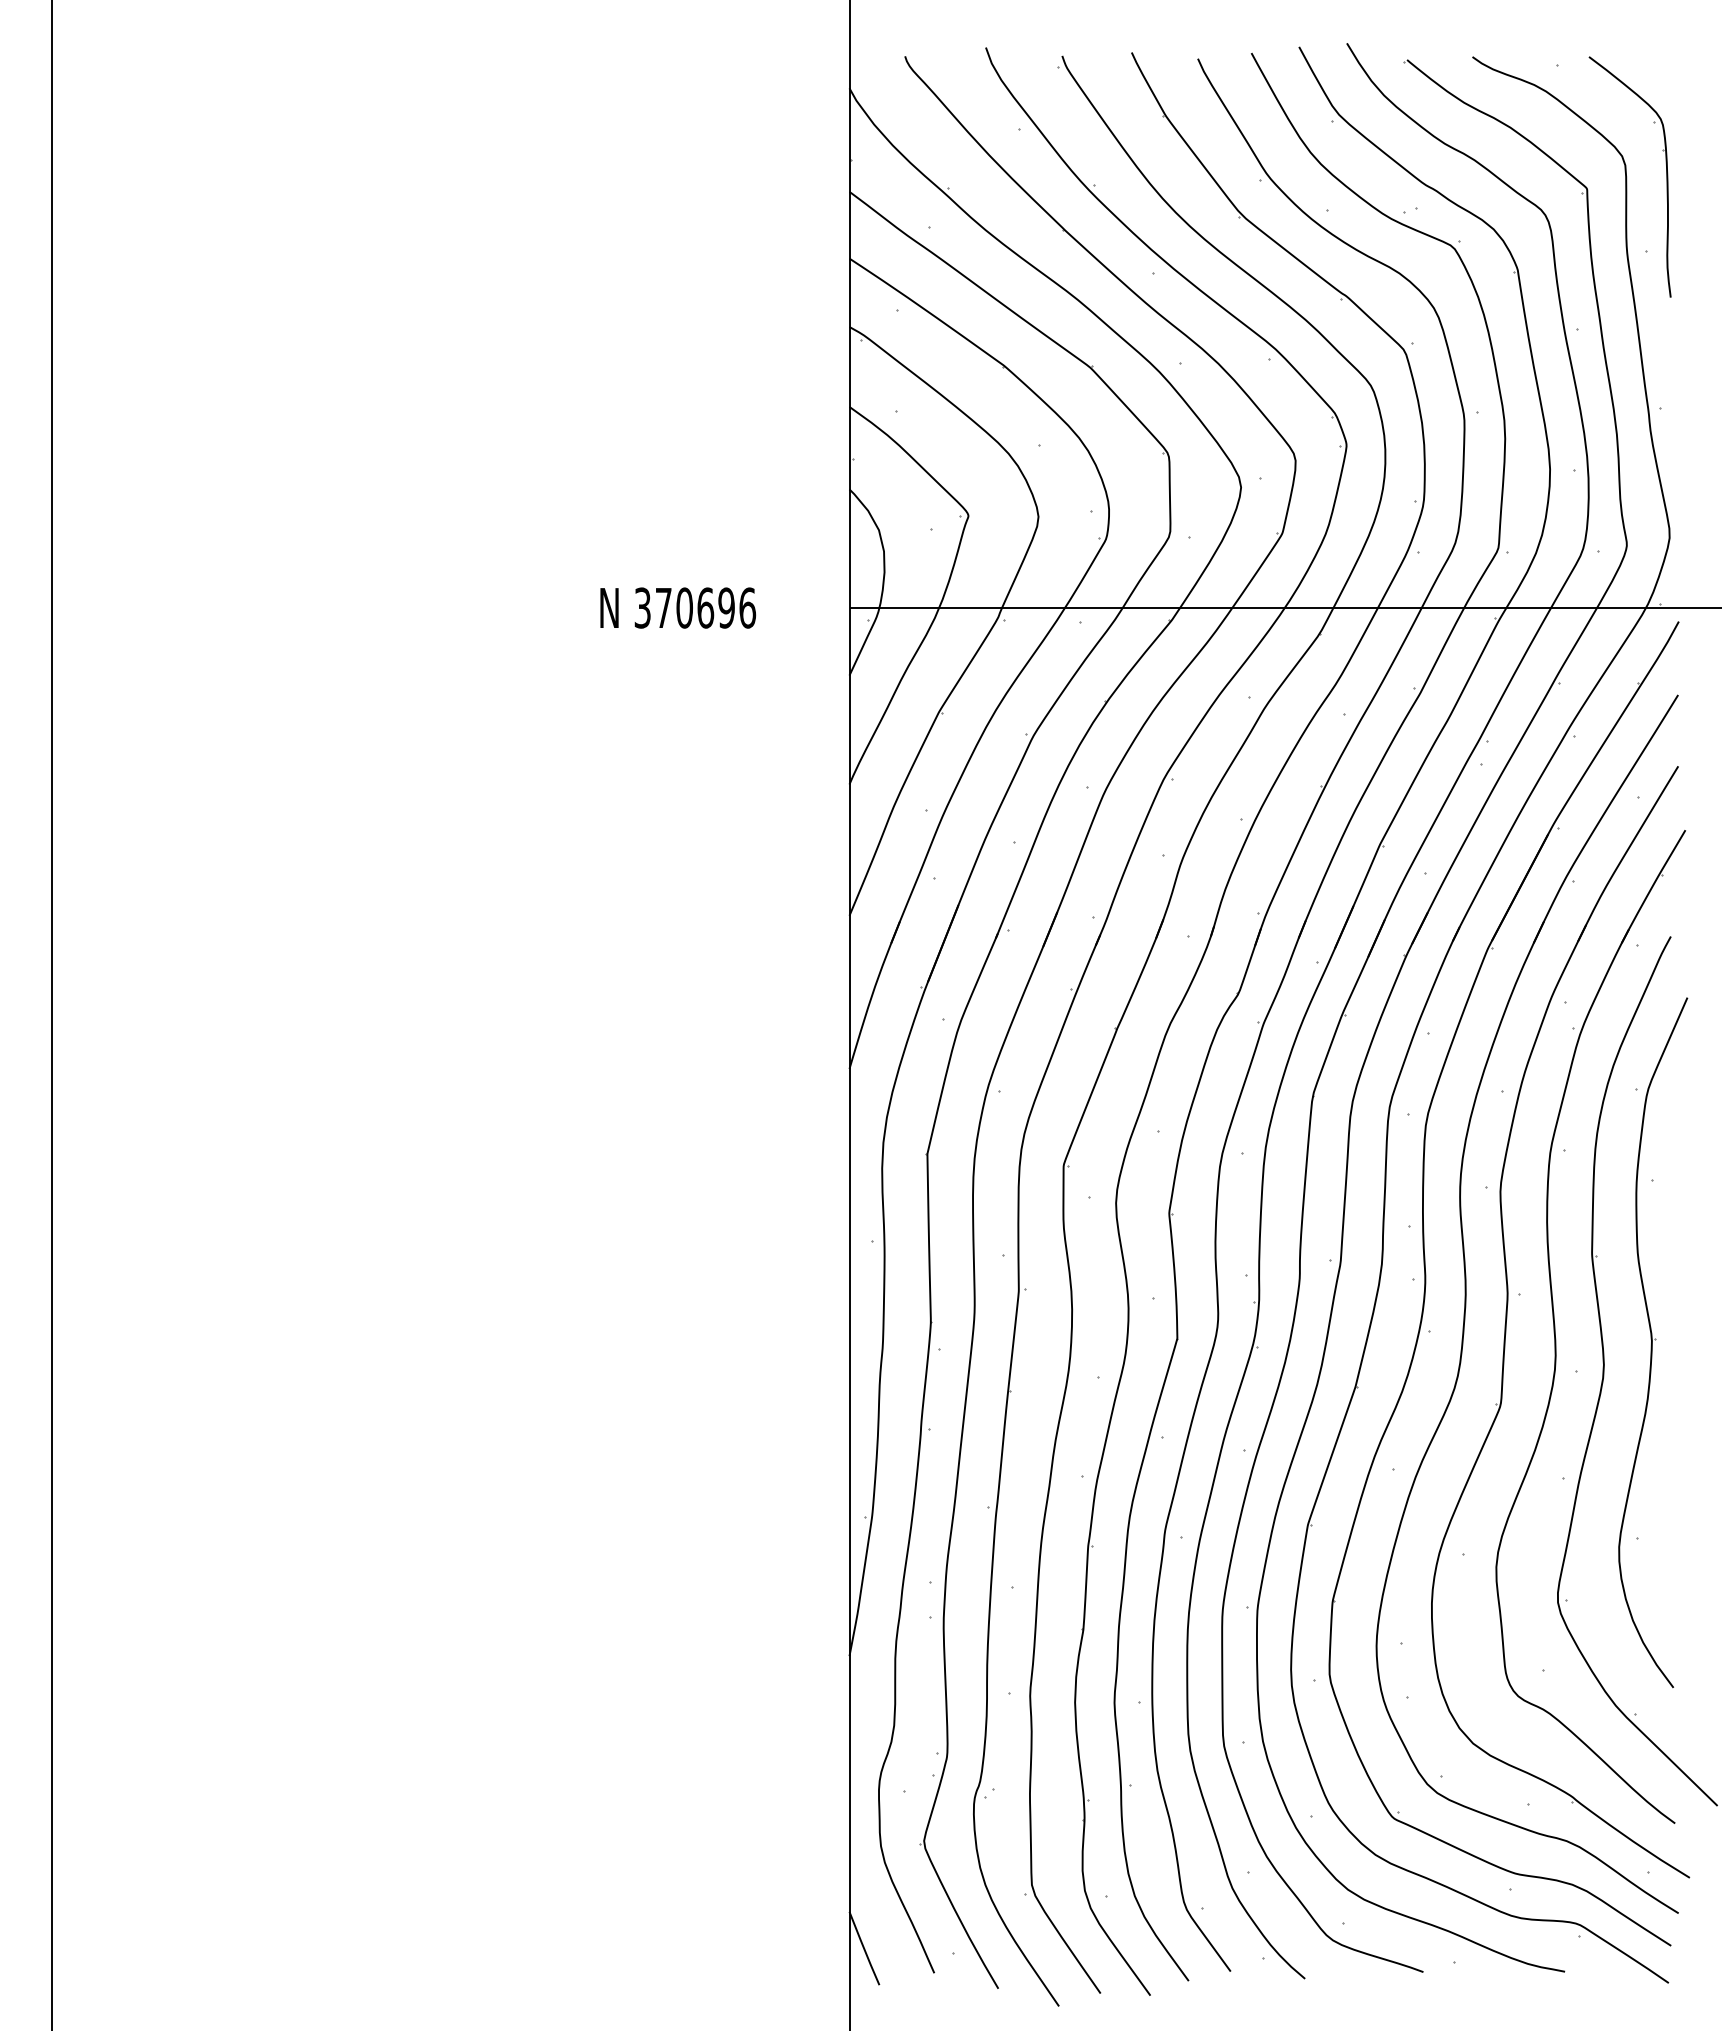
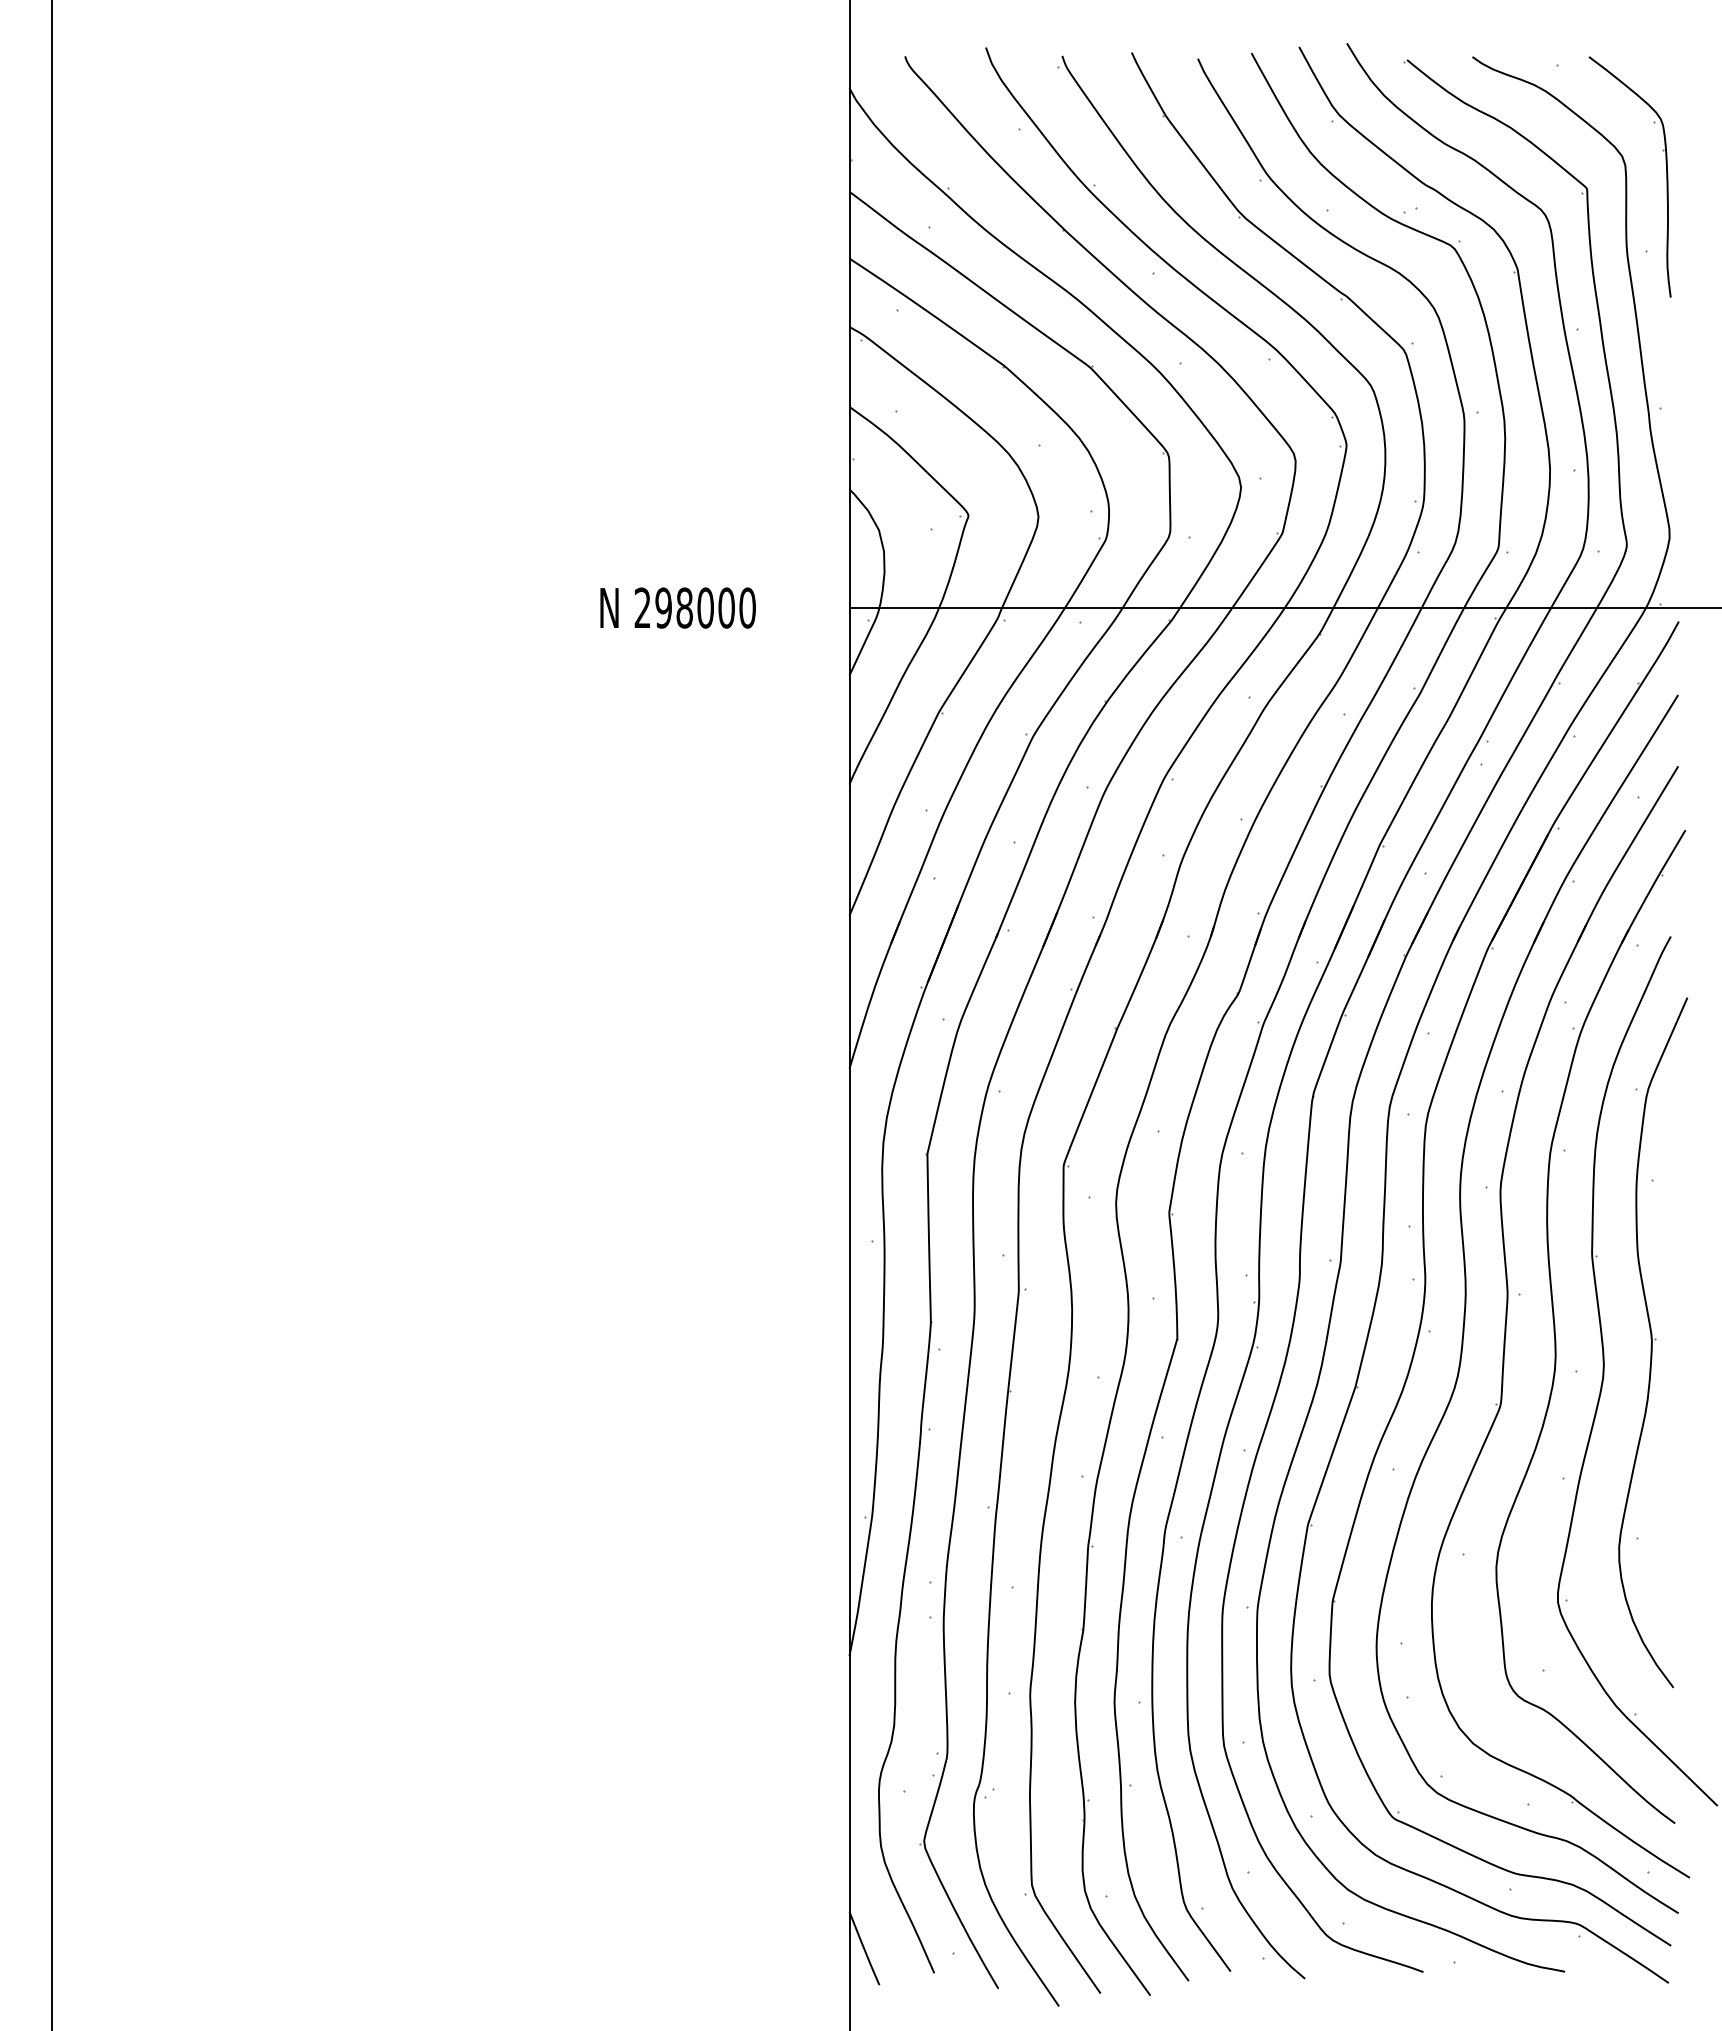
text at (695, 607): 370696 -> 298000
